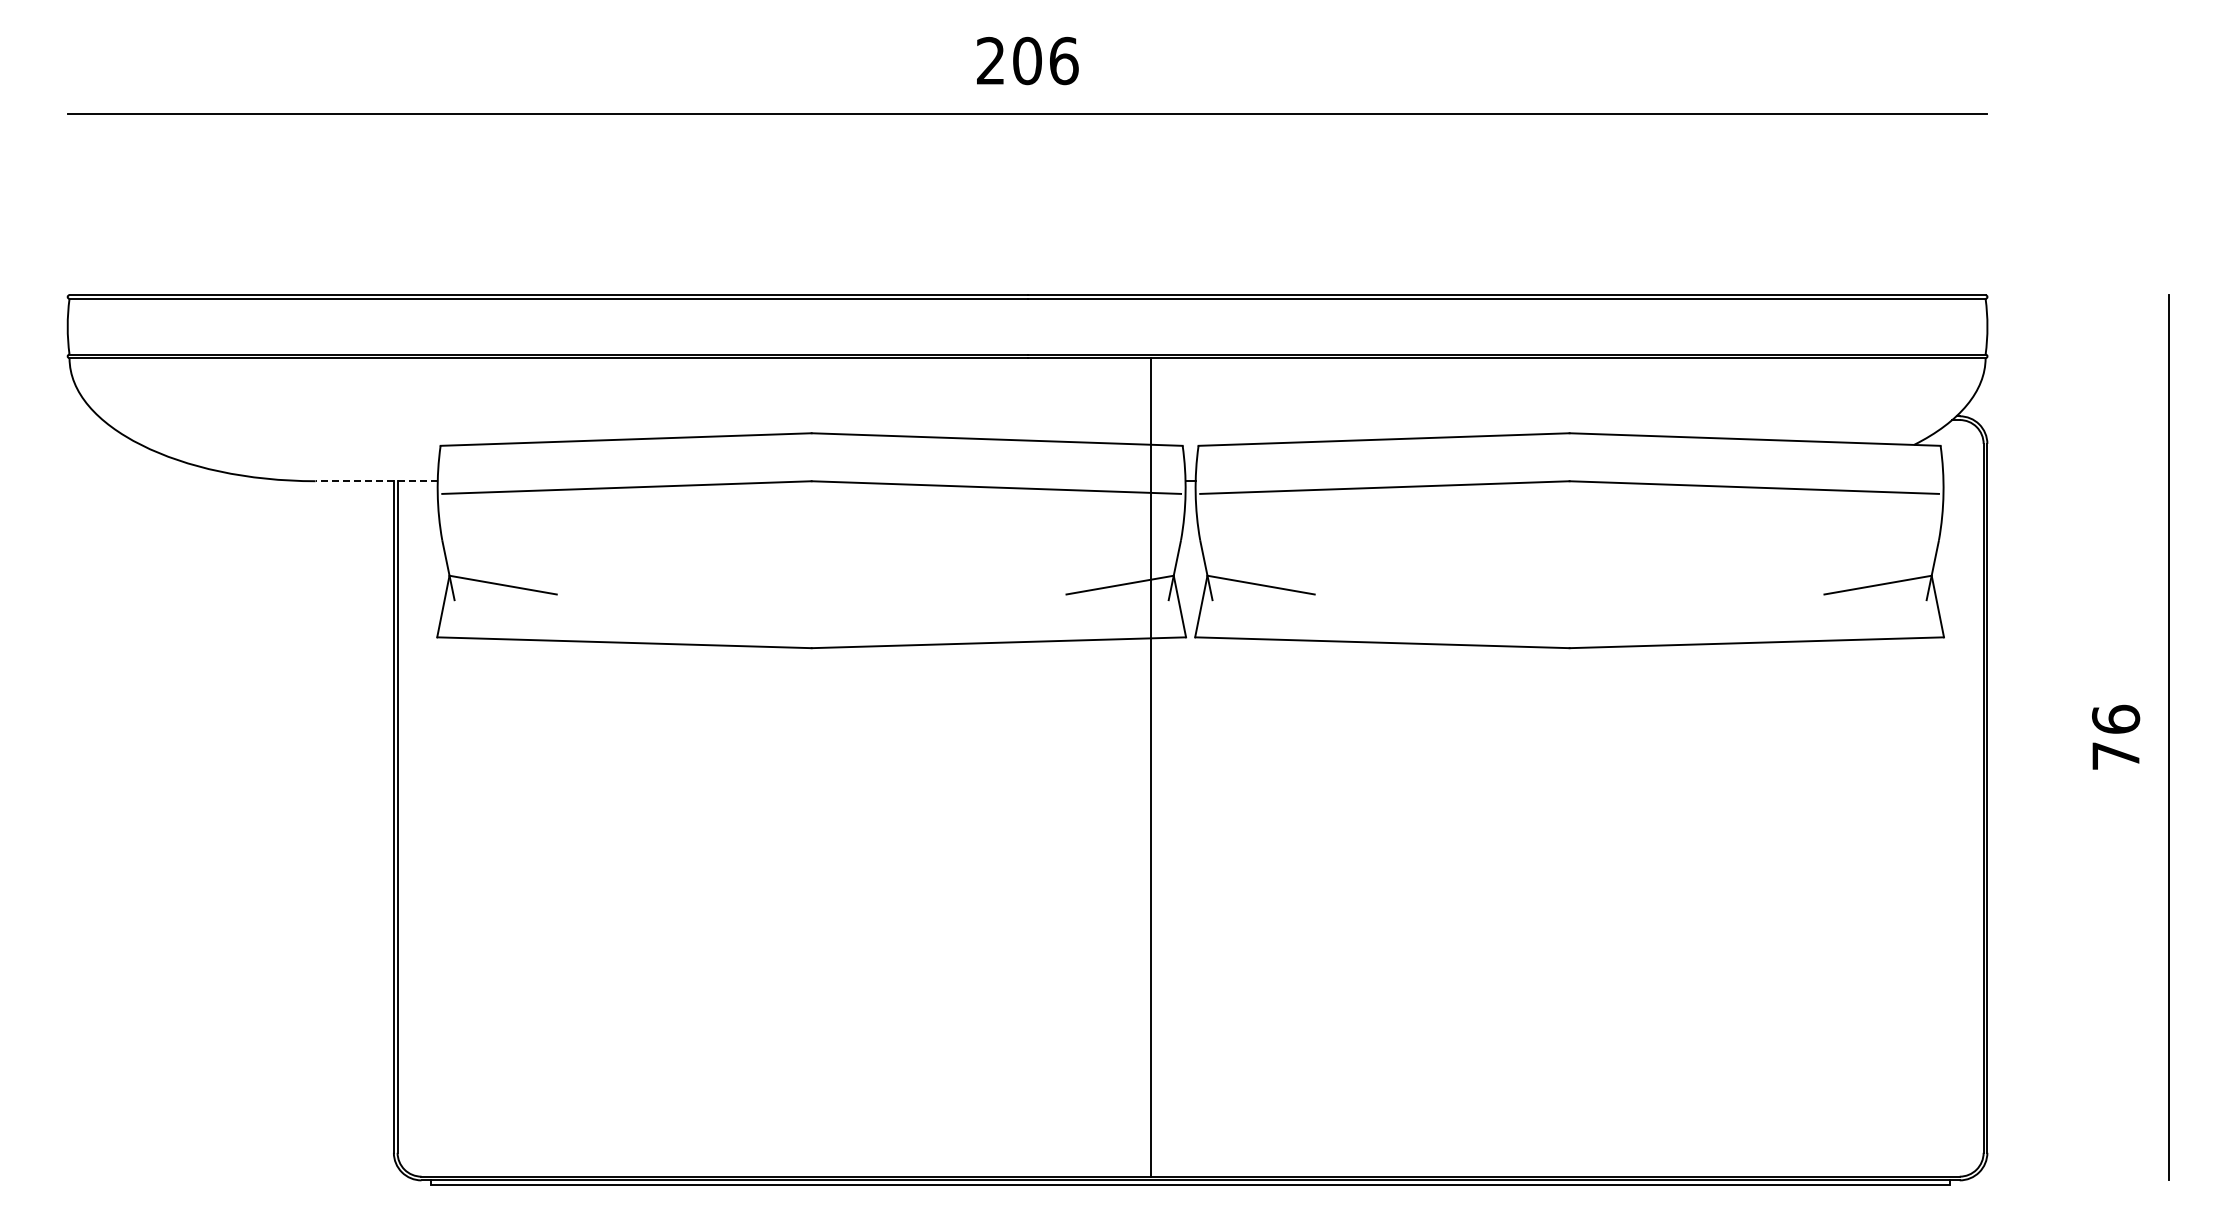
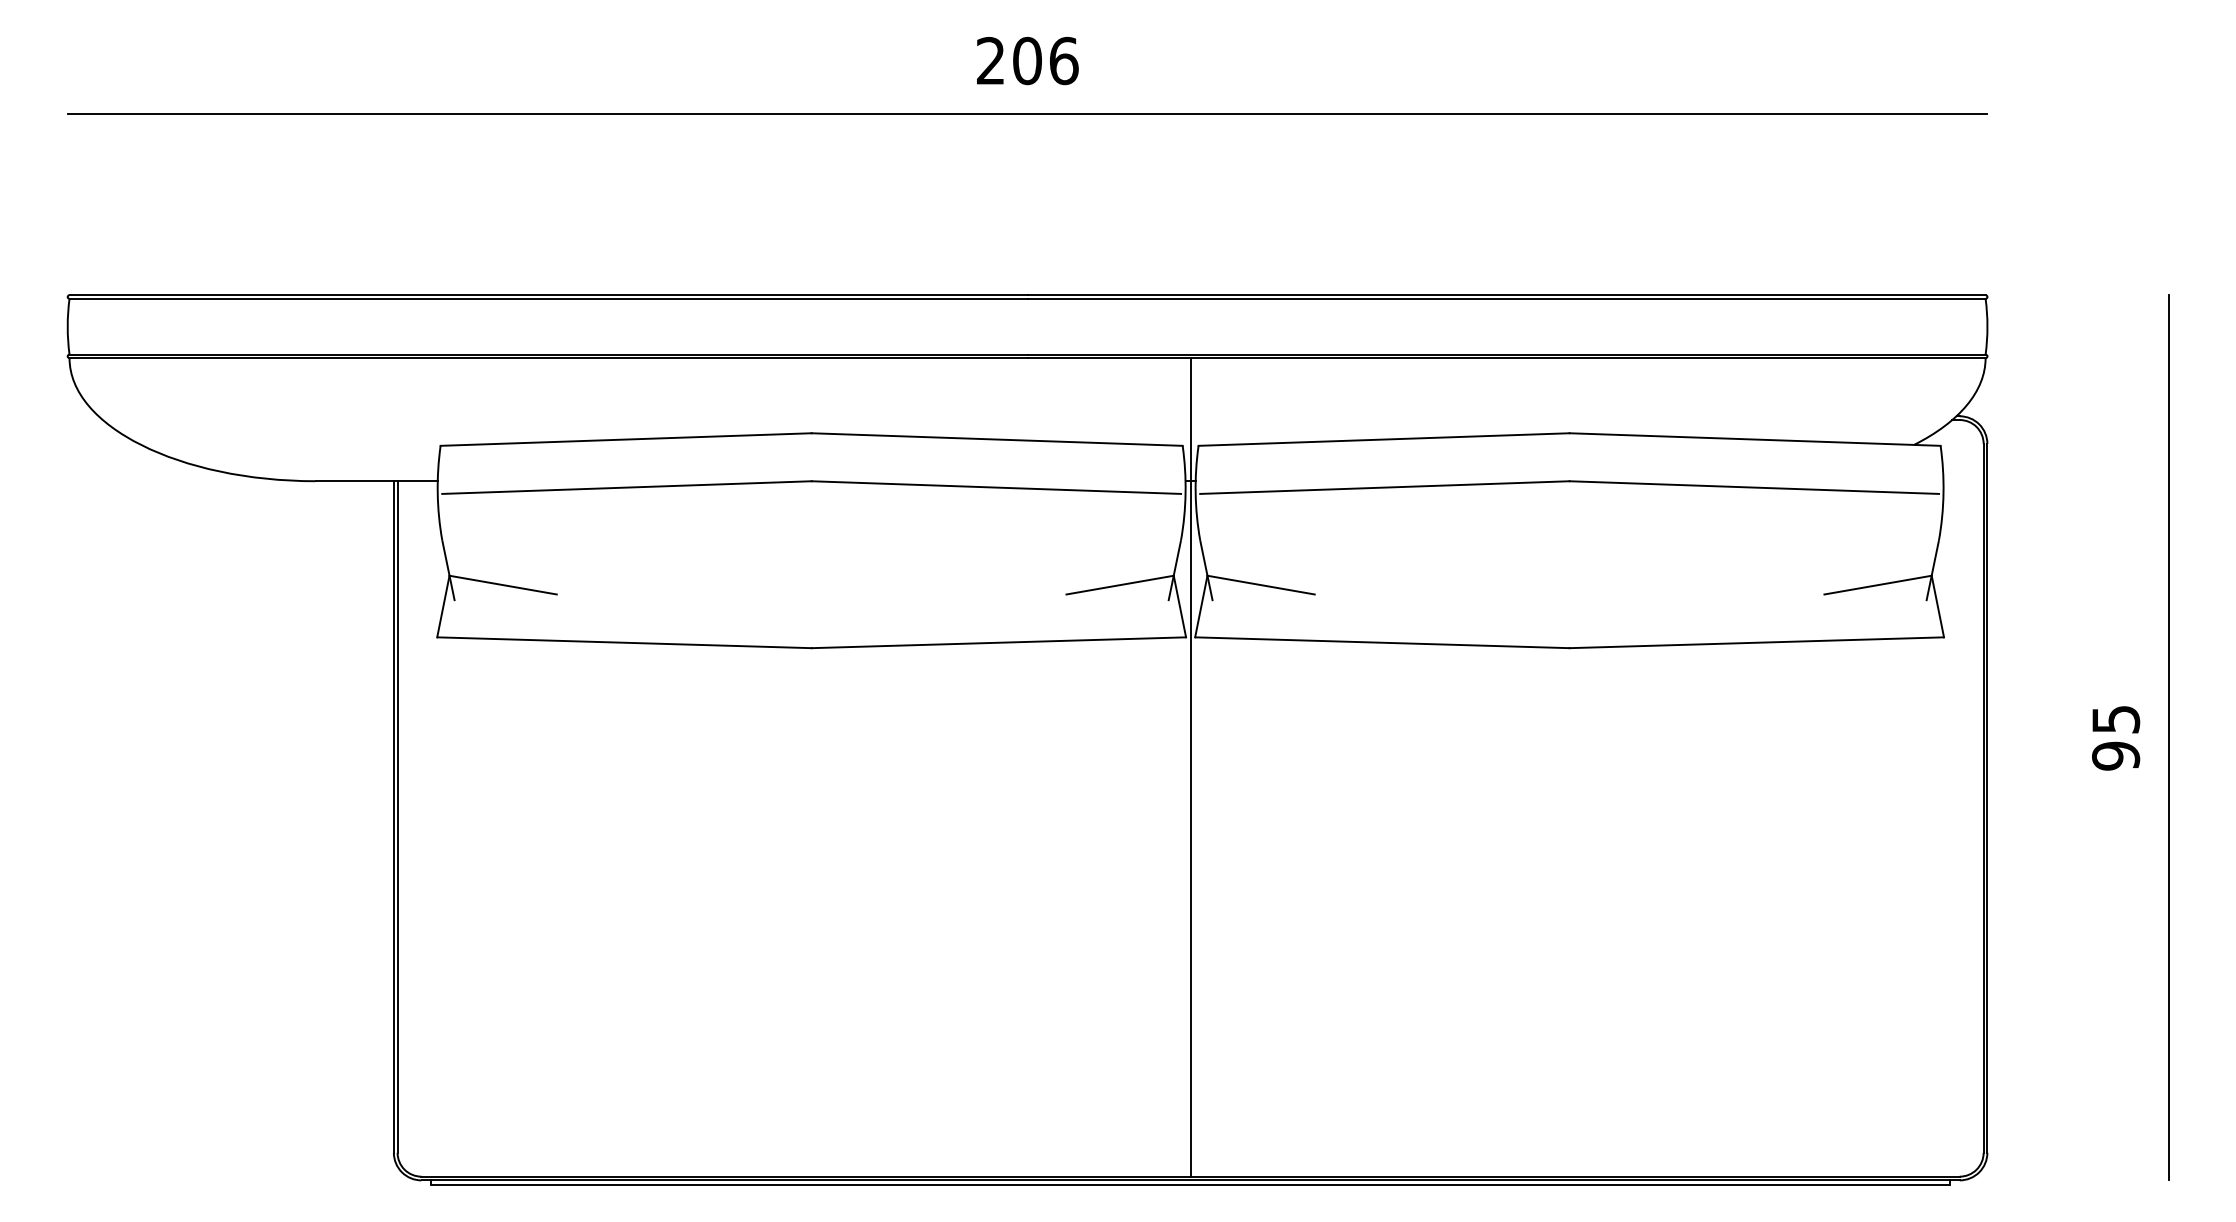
line at (376, 481): dashed -> solid
text at (2116, 737): 76 -> 95
line at (1150, 767) position: (1150, 767) -> (1190, 767)
